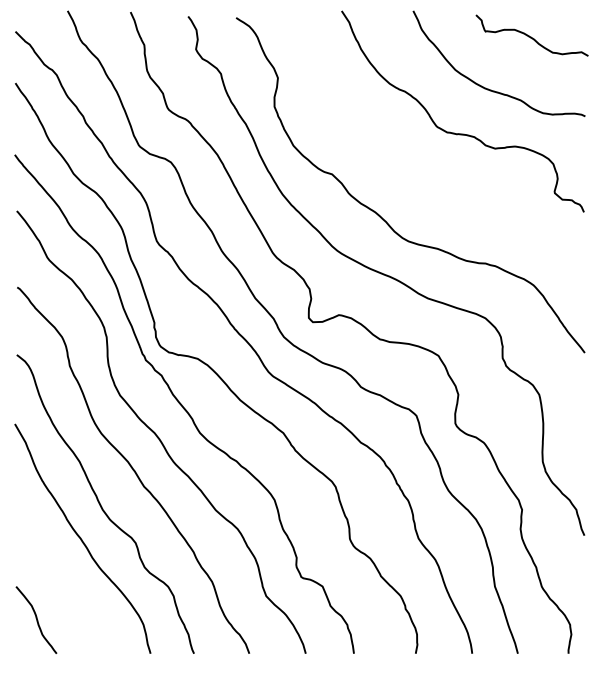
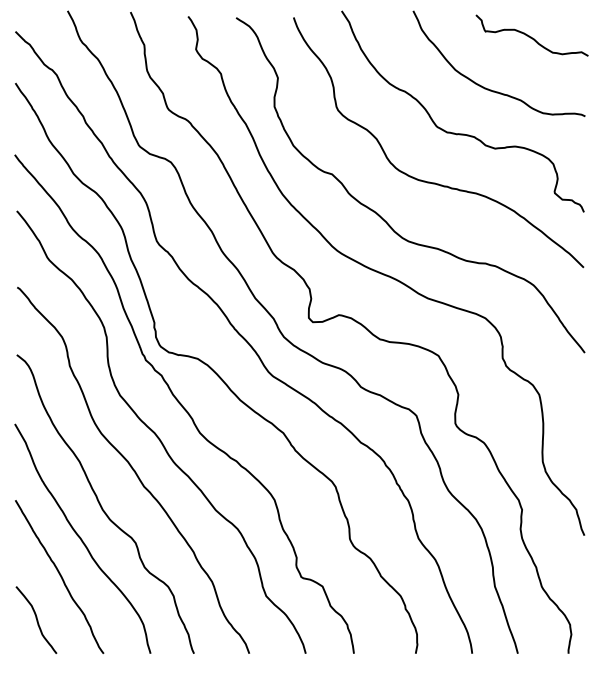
curve at (429, 181): none -> present
curve at (59, 575): none -> present
